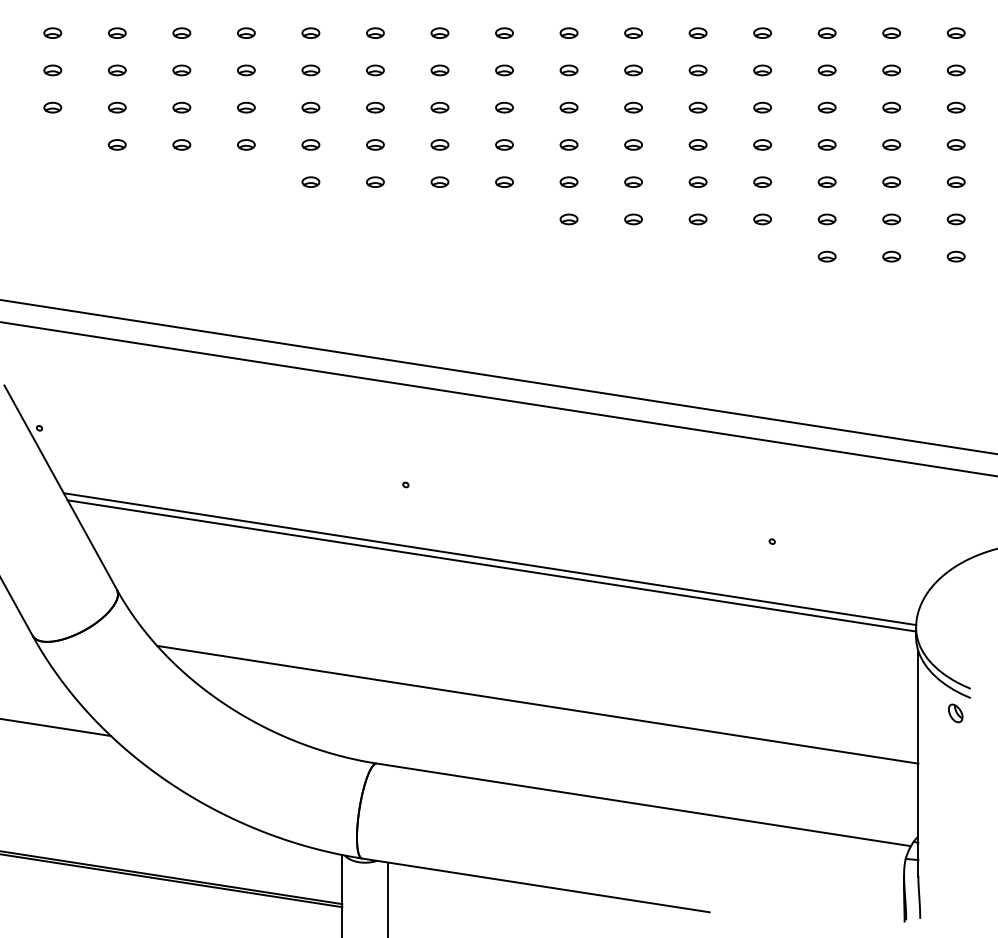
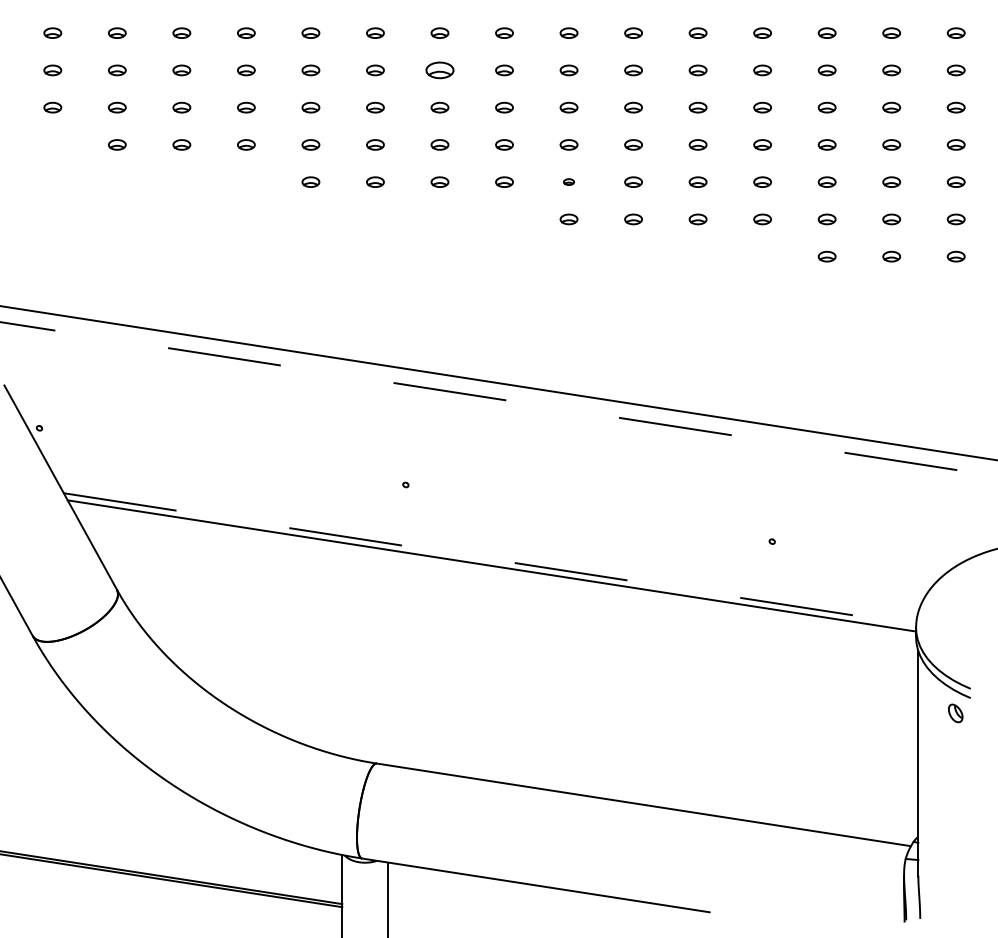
part at (439, 70) size: 20x13 px -> 30x19 px
part at (568, 181) size: 20x12 px -> 12x8 px
line at (498, 376) position: (498, 376) -> (498, 382)
line at (499, 399): solid -> dashed
line at (490, 559): solid -> dashed
line at (537, 704): present -> none
line at (56, 727): present -> none
